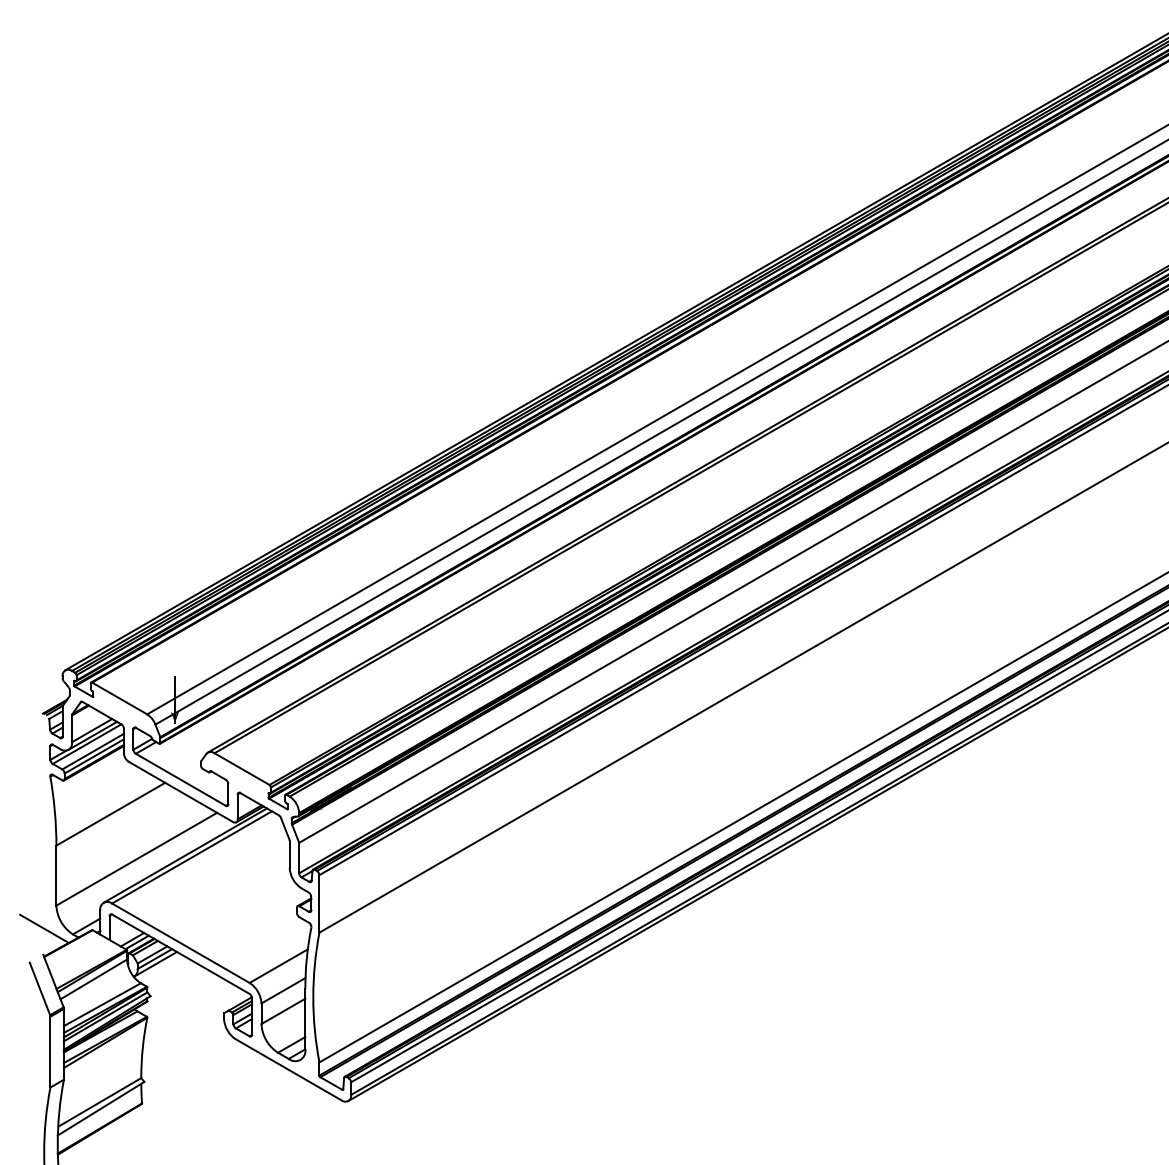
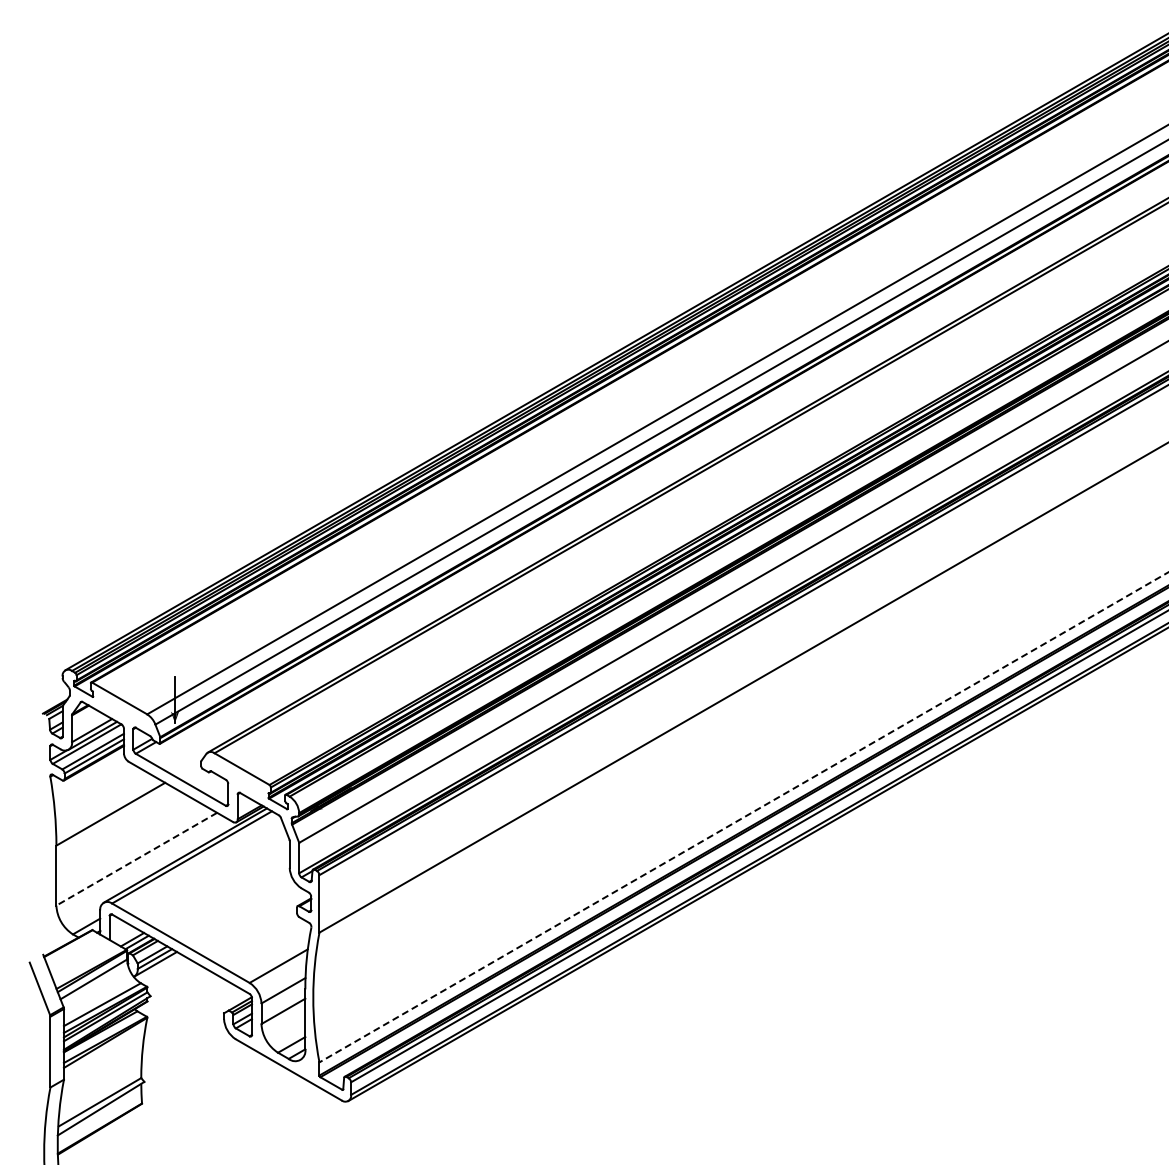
line at (743, 817): solid -> dashed
line at (136, 859): solid -> dashed
line at (44, 928): present -> none
